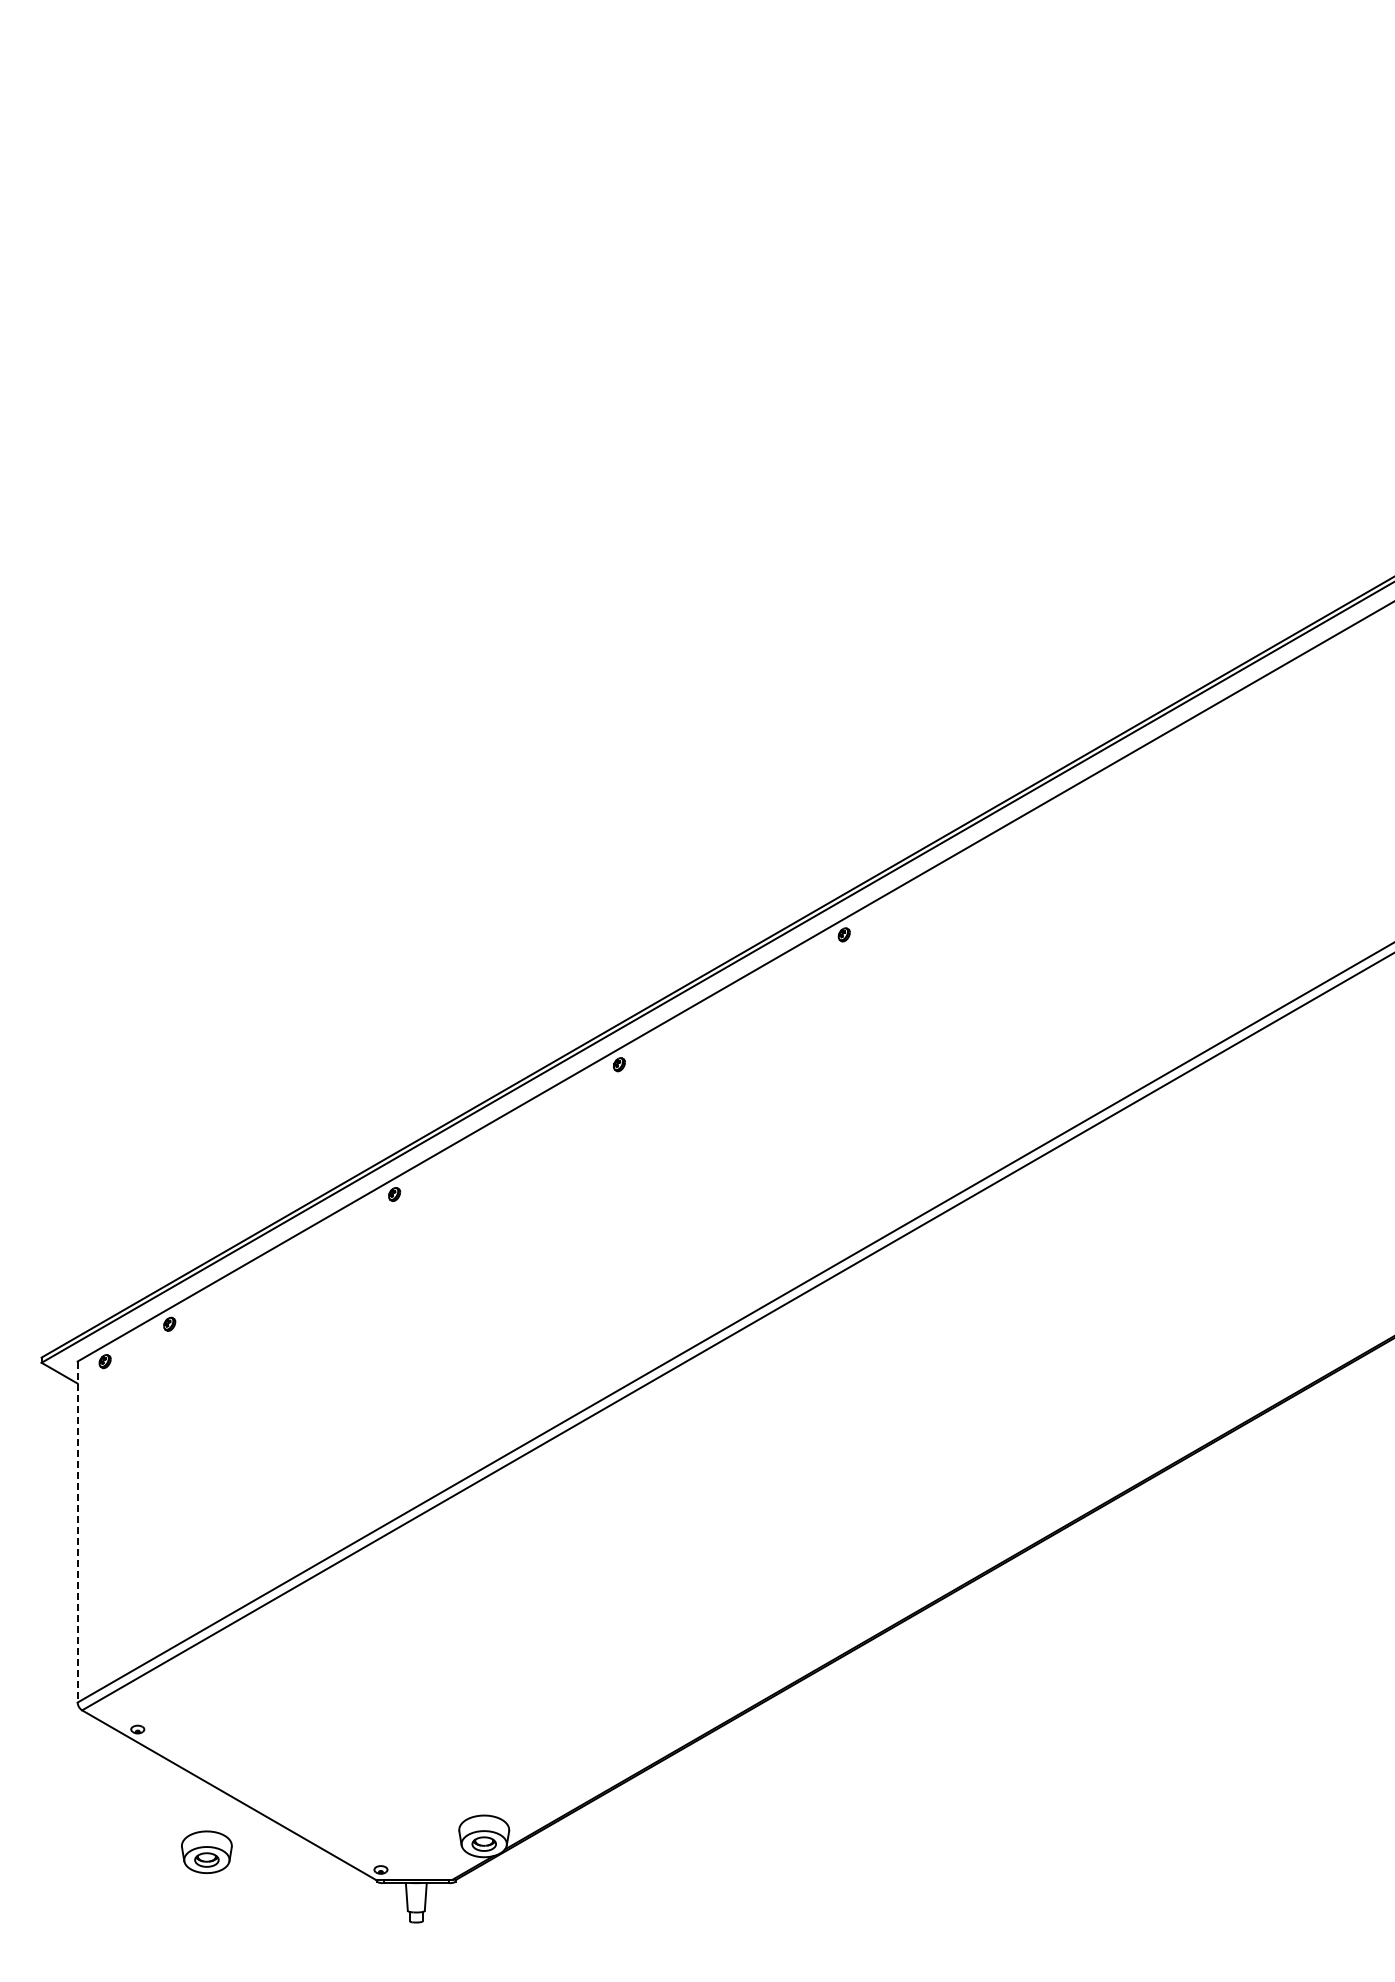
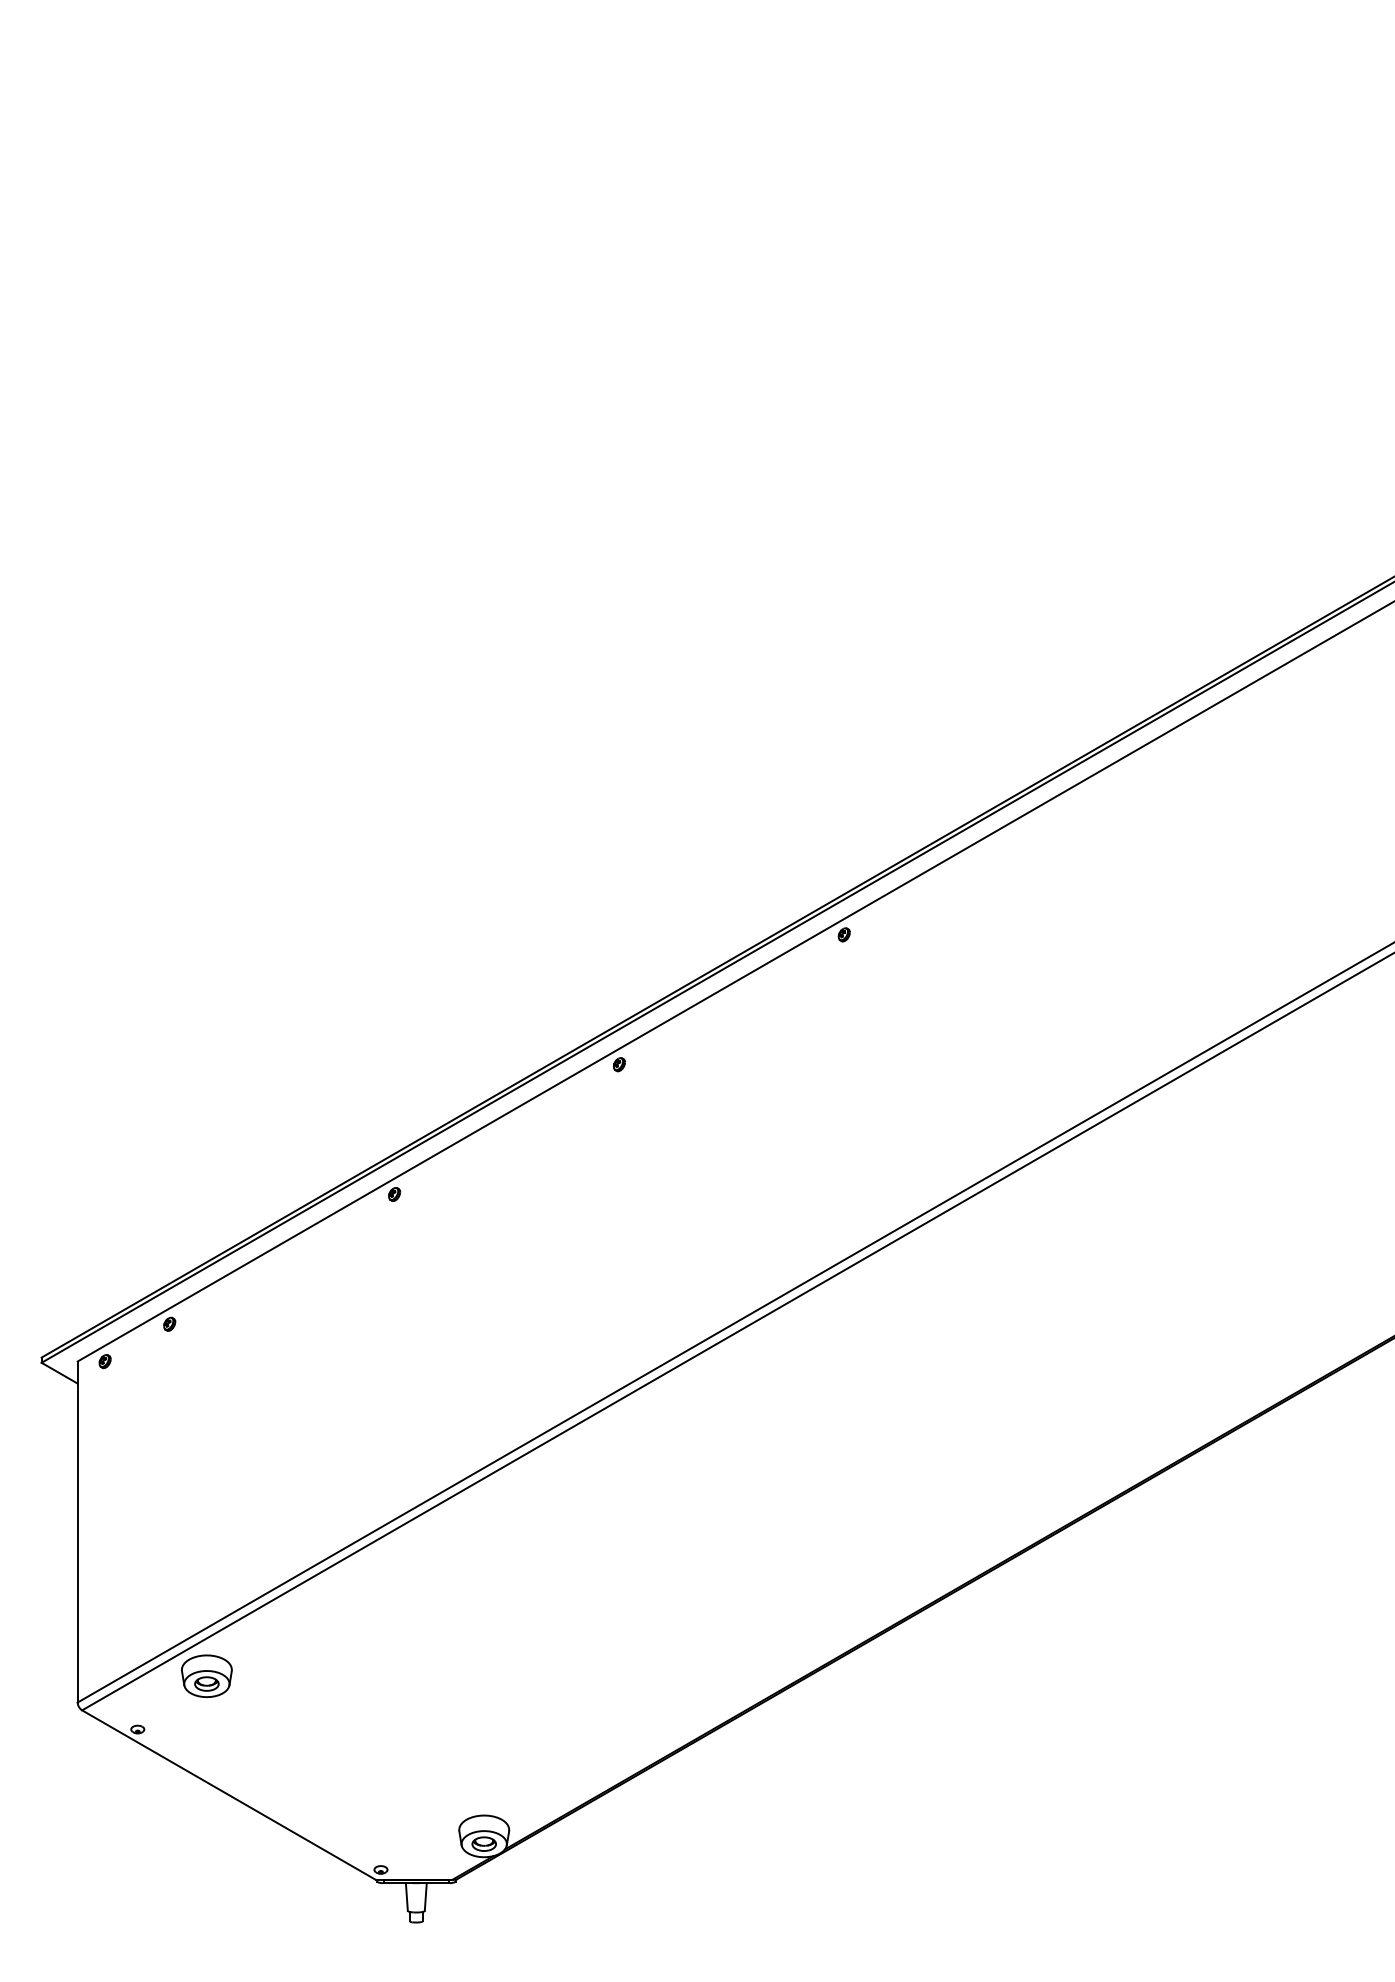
line at (77, 1532): dashed -> solid
part at (206, 1851) position: (206, 1851) -> (206, 1675)
